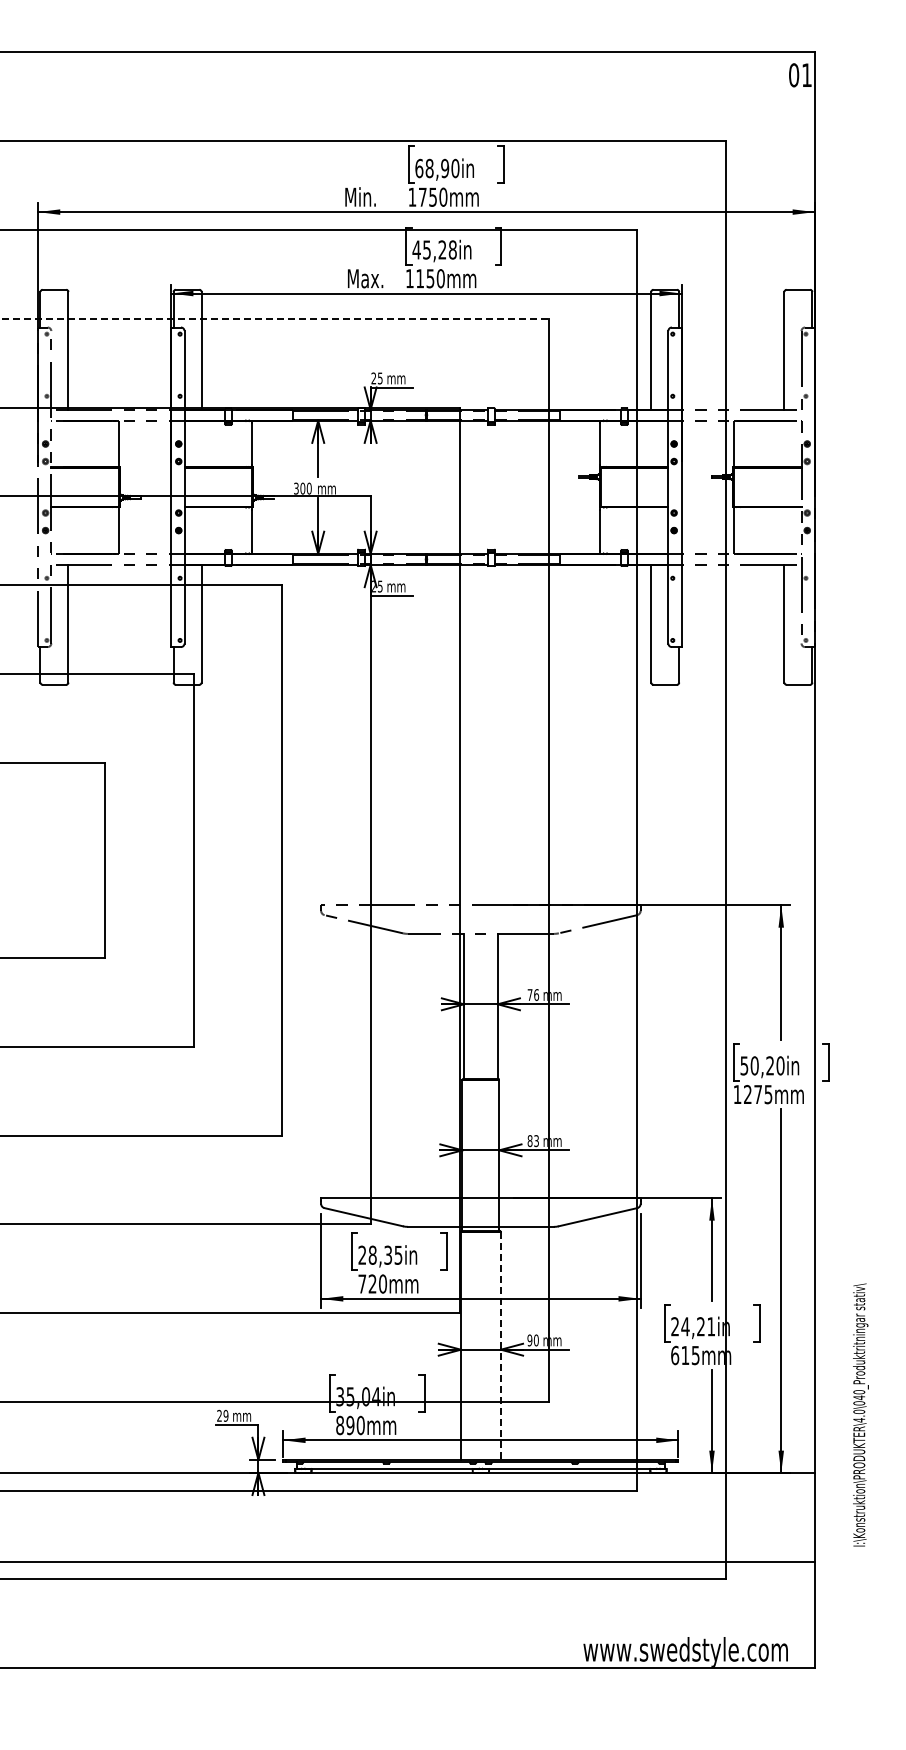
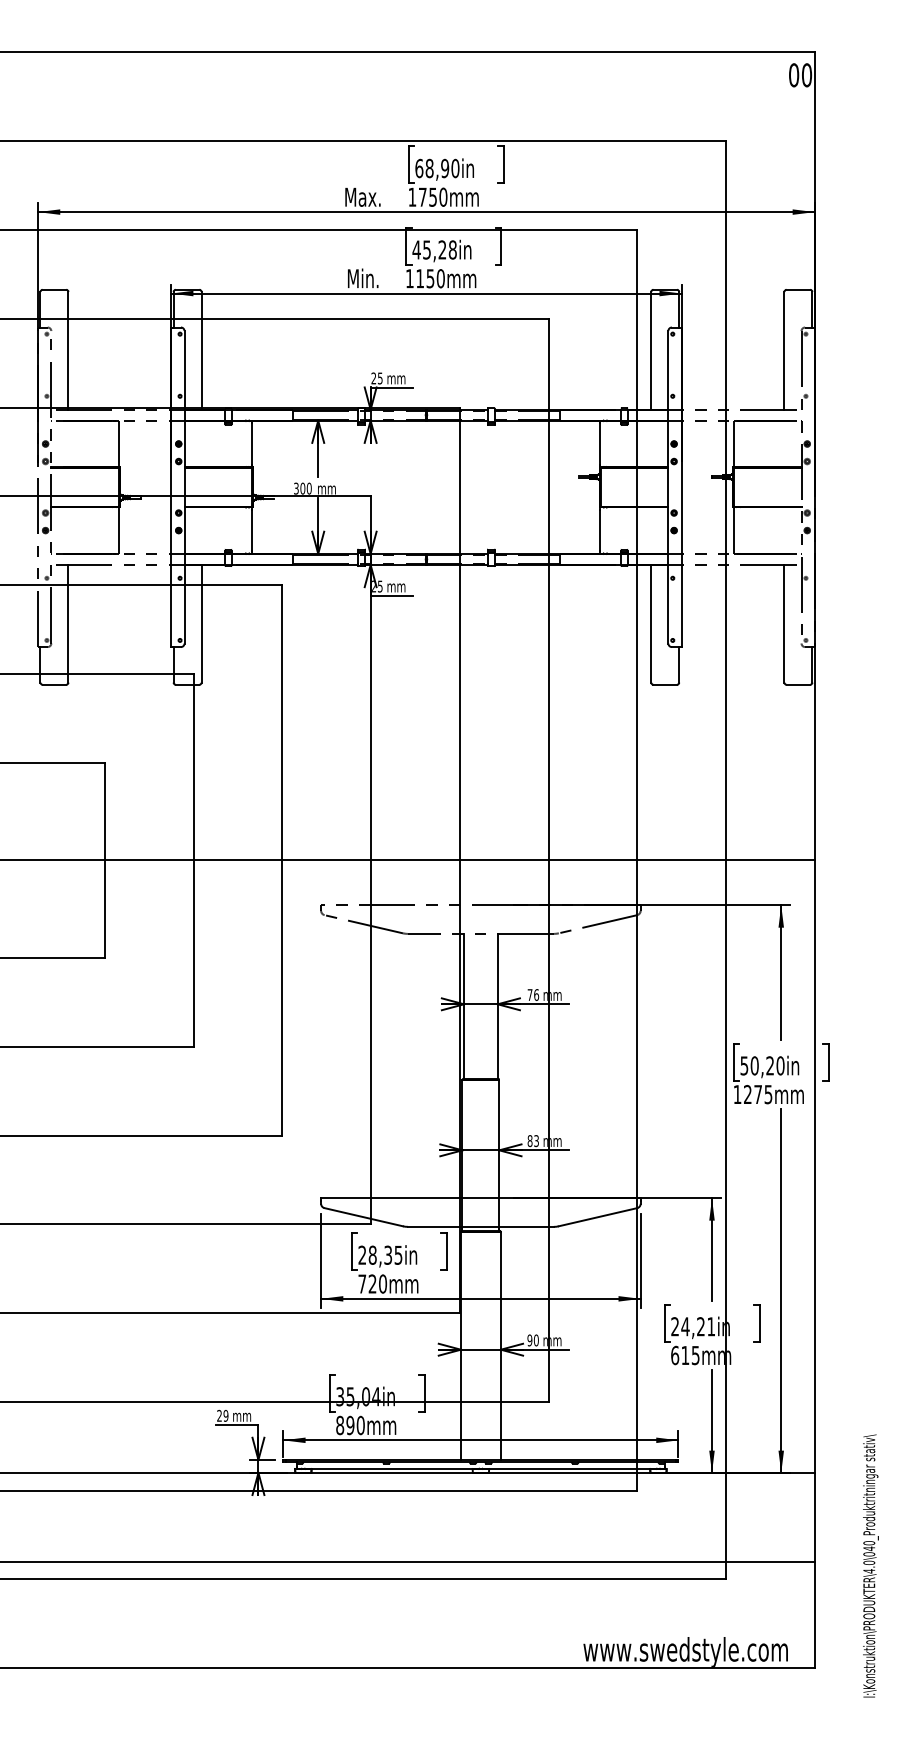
text at (807, 75): 01 -> 00
text at (369, 196): Min. -> Max.
text at (372, 278): Max. -> Min.
line at (274, 318): dashed -> solid
line at (408, 860): none -> present
line at (500, 1346): dashed -> solid
text at (860, 1414) position: (860, 1414) -> (870, 1565)
